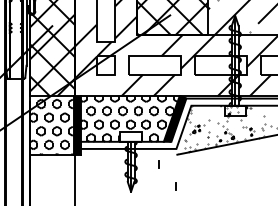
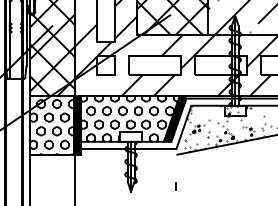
line at (158, 164): present -> none
